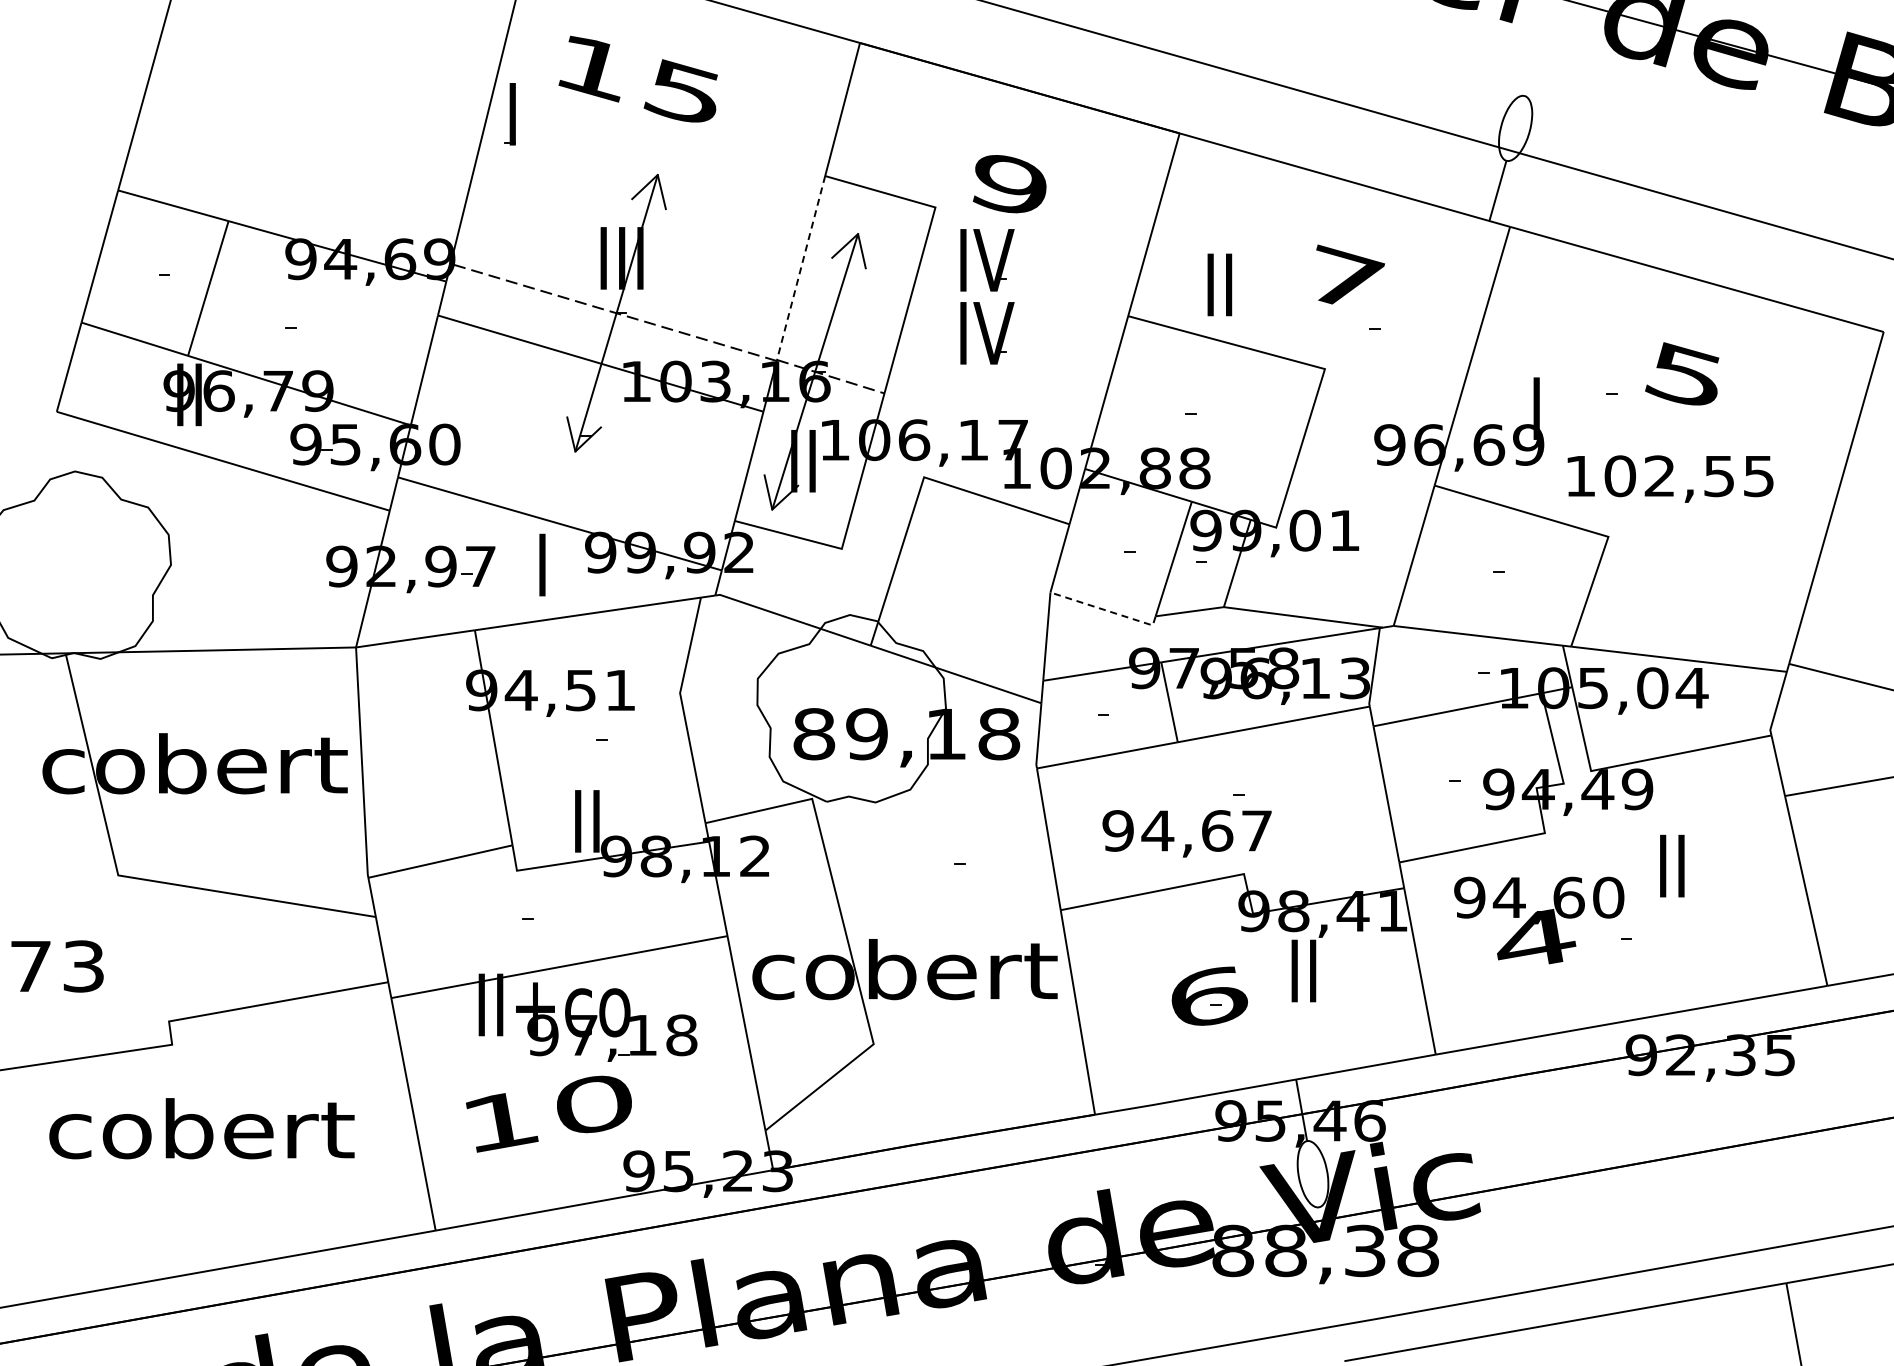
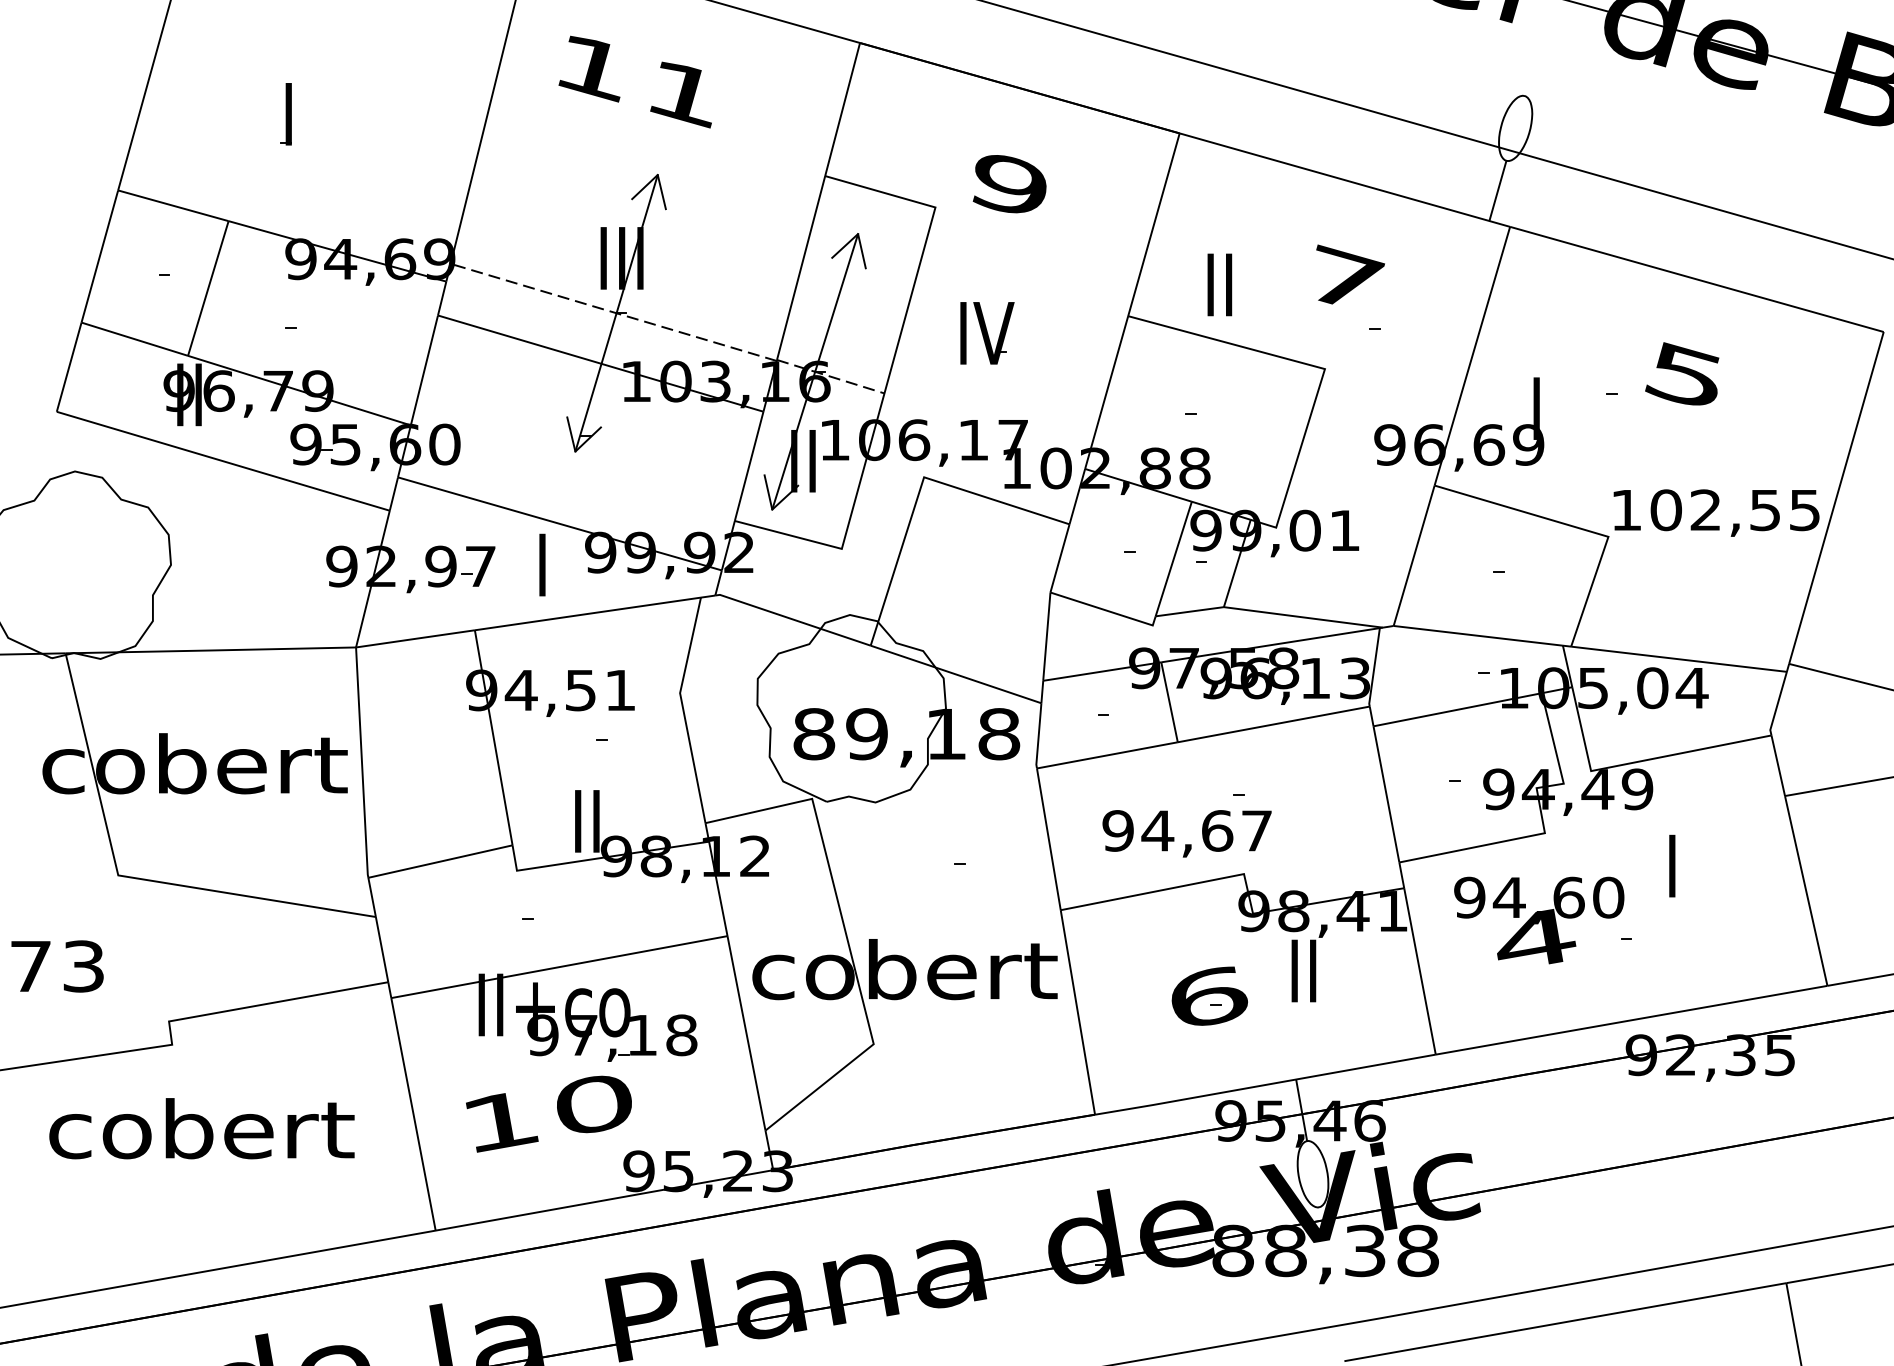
text at (680, 93): 15 -> 11
part at (509, 114) position: (509, 114) -> (285, 114)
part at (987, 260): present -> none
line at (800, 269): dashed -> solid
text at (1670, 478) position: (1670, 478) -> (1716, 512)
line at (1106, 610): dashed -> solid
text at (1672, 865): II -> I
